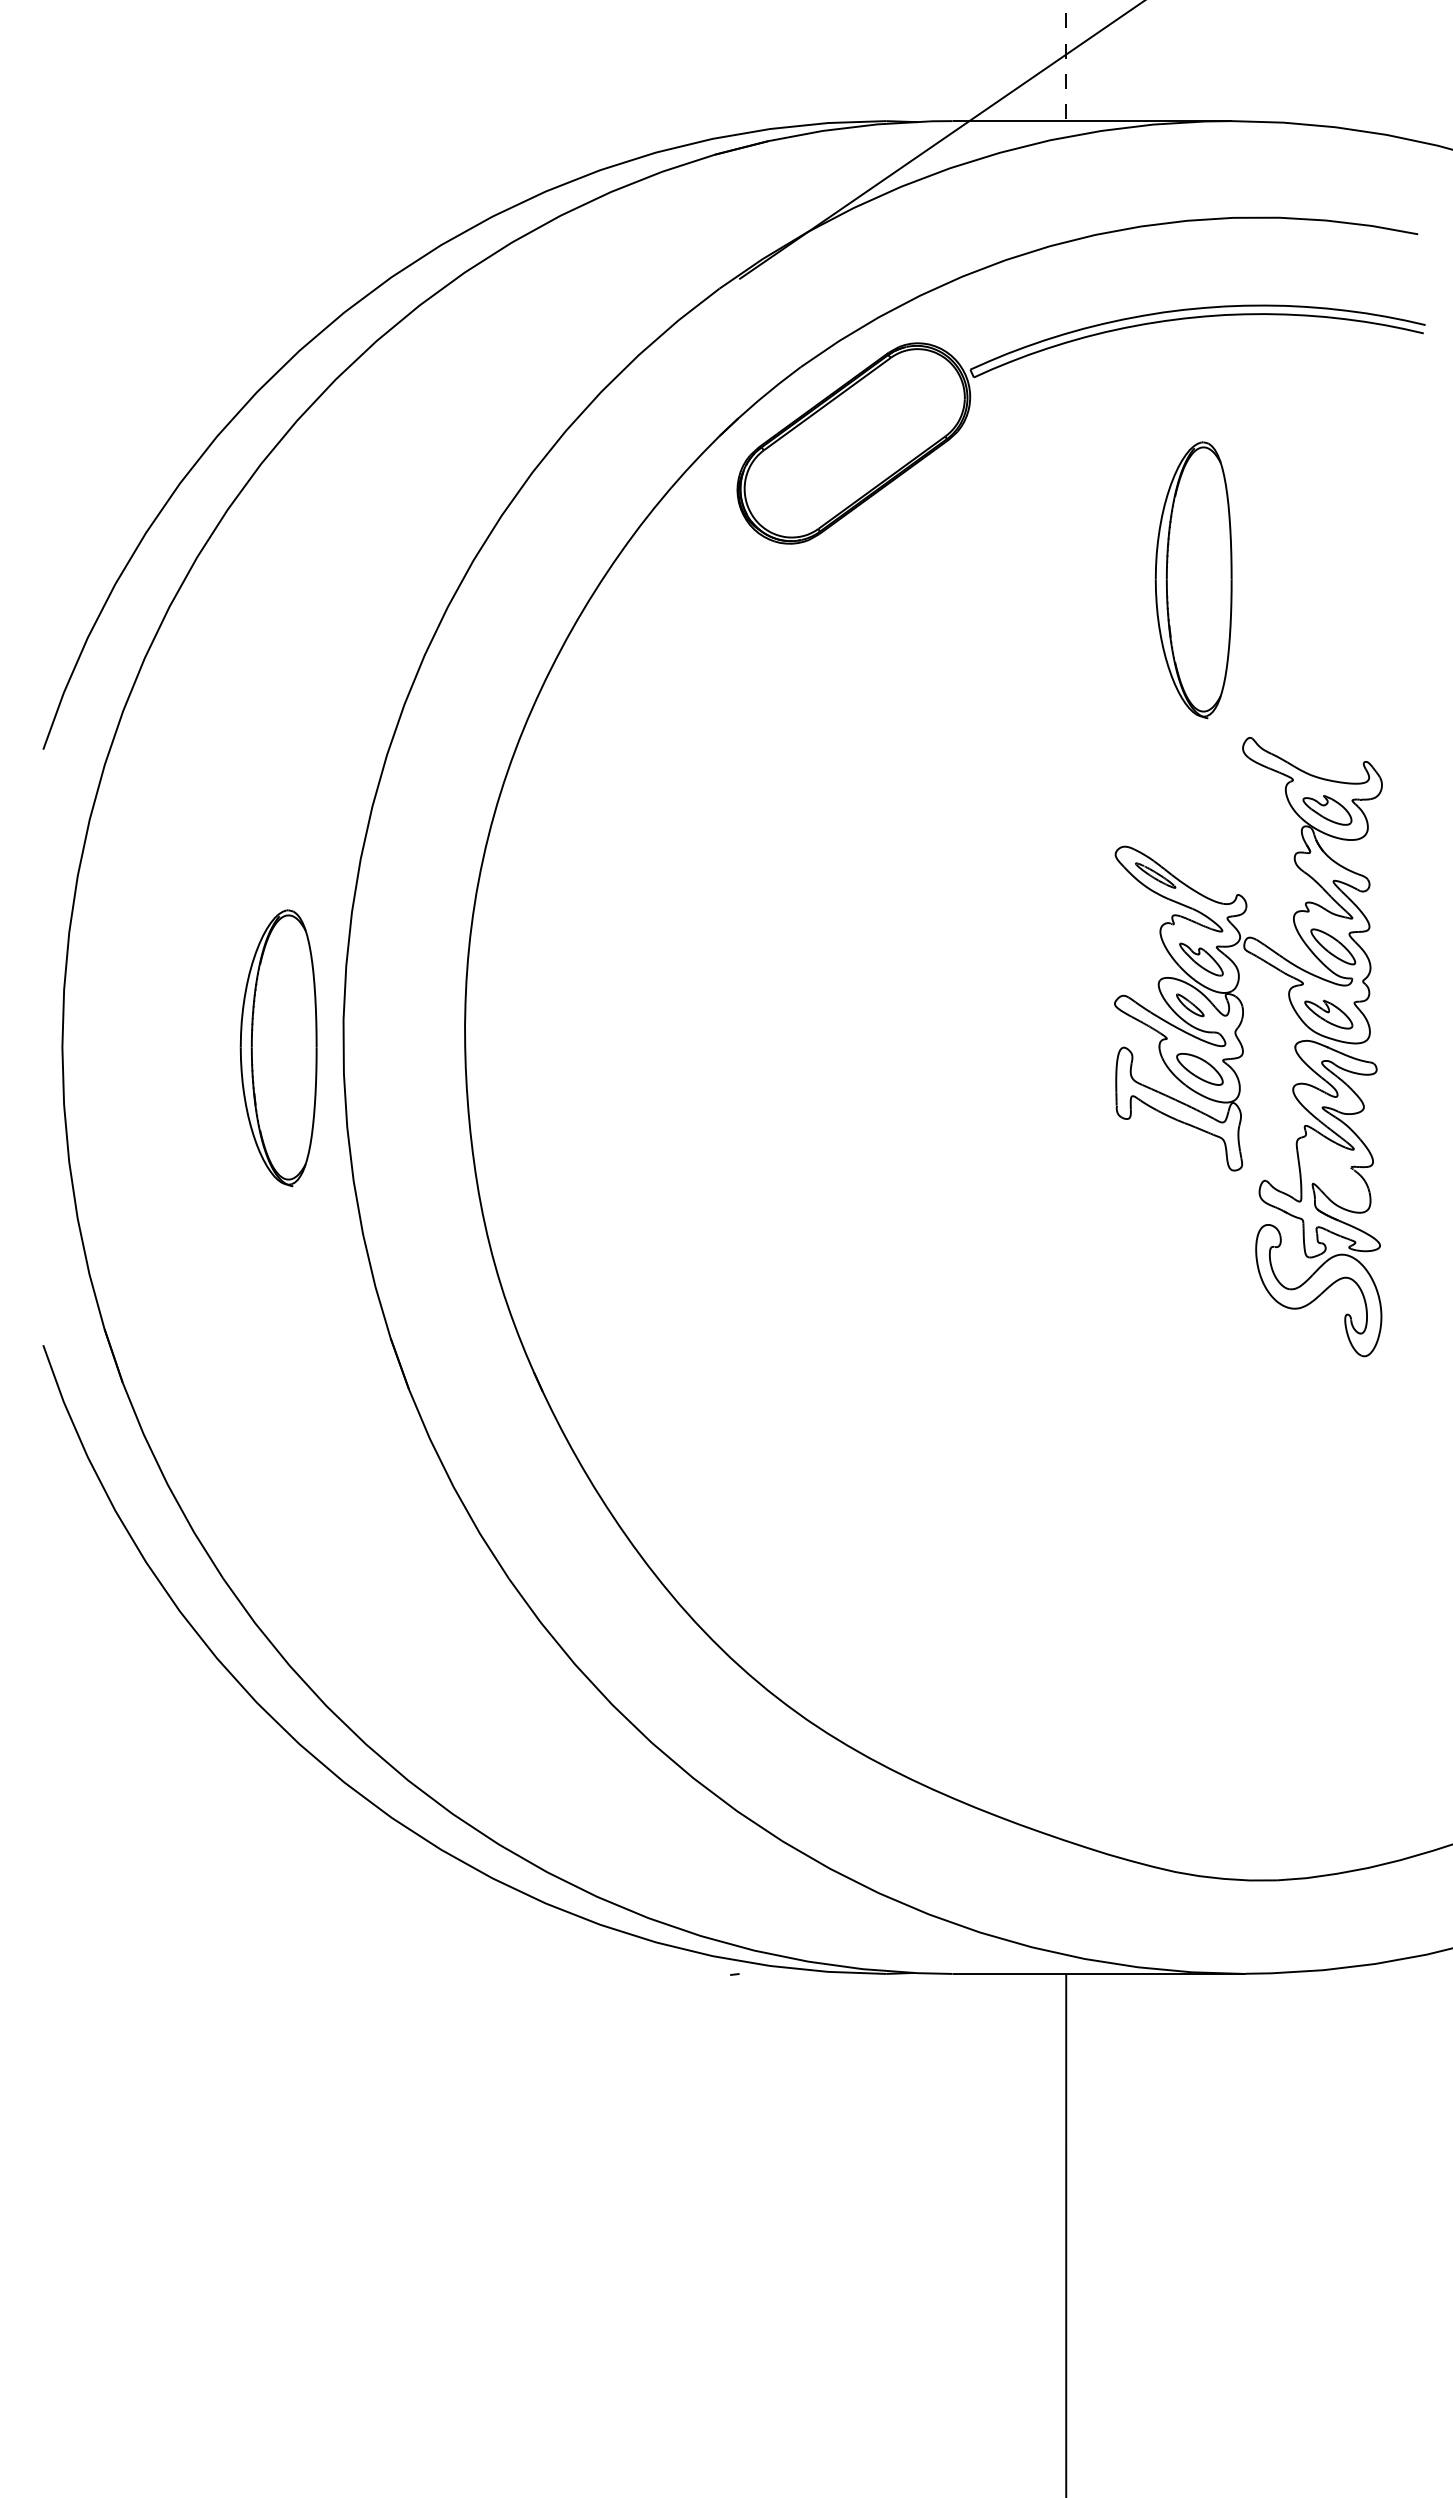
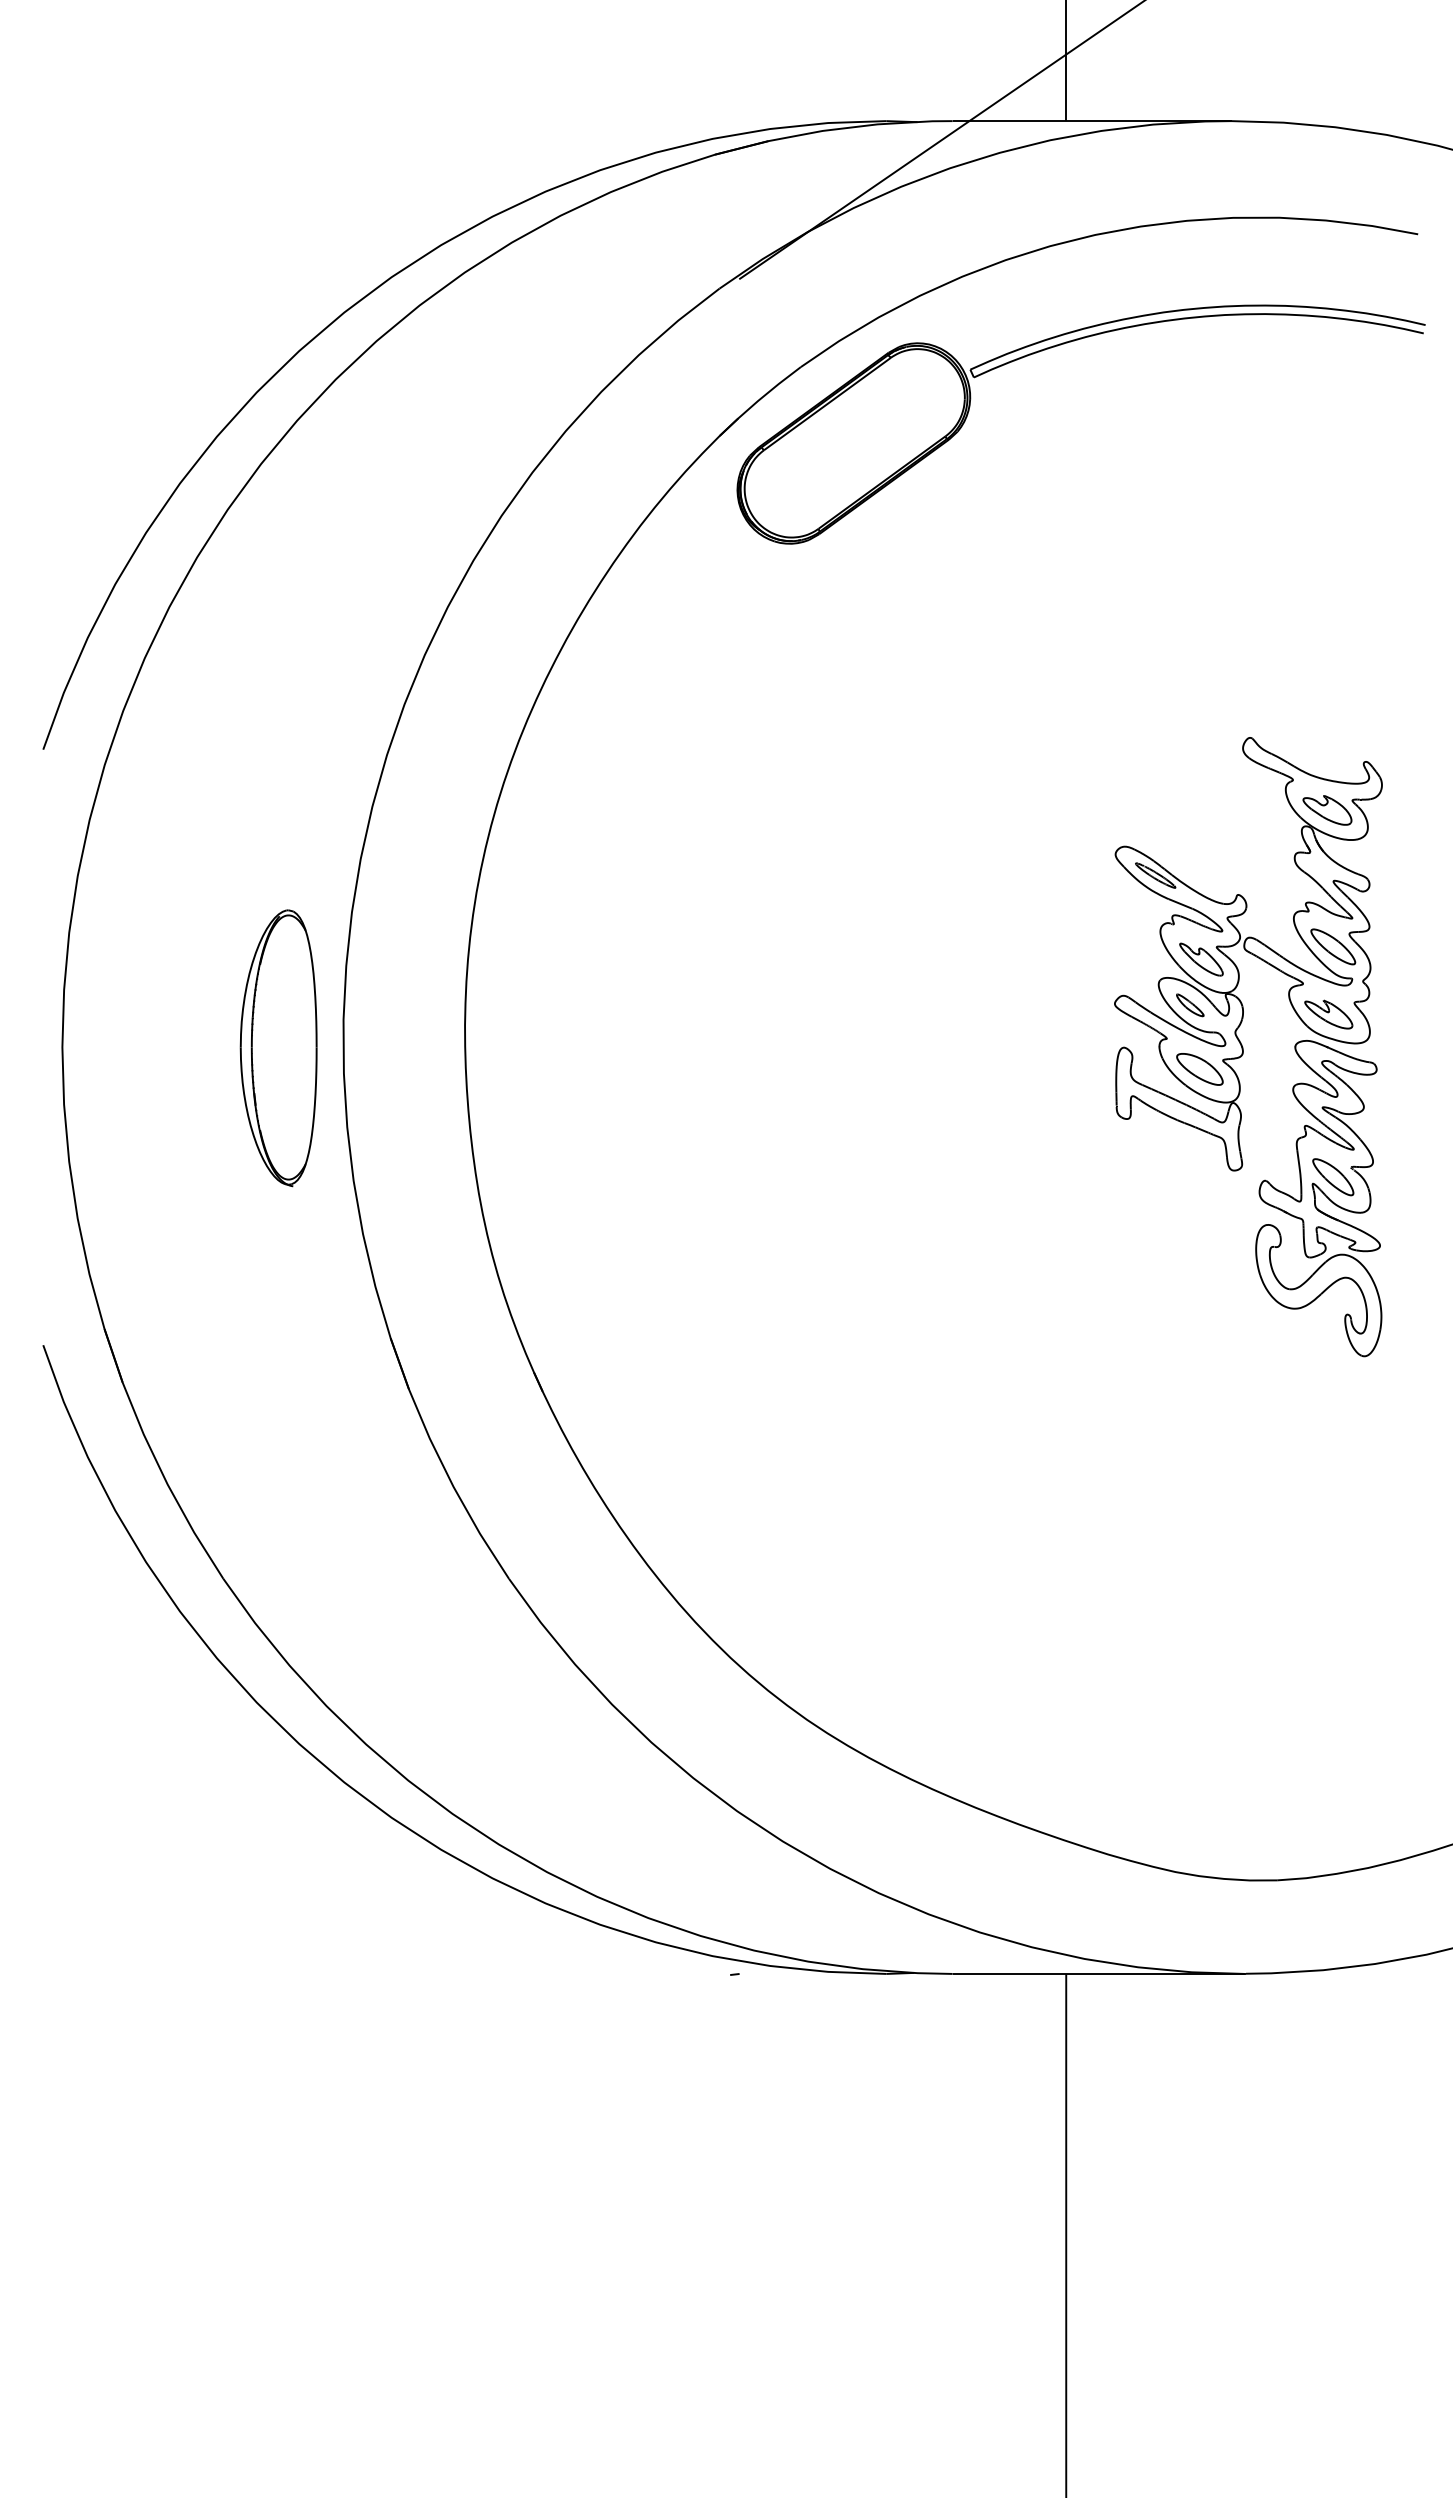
line at (1066, 61): dashed -> solid
part at (1193, 580): present -> none
part at (1333, 1177): none -> present
